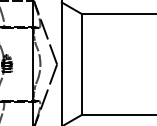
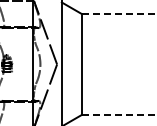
line at (118, 13): solid -> dashed
line at (118, 115): solid -> dashed
